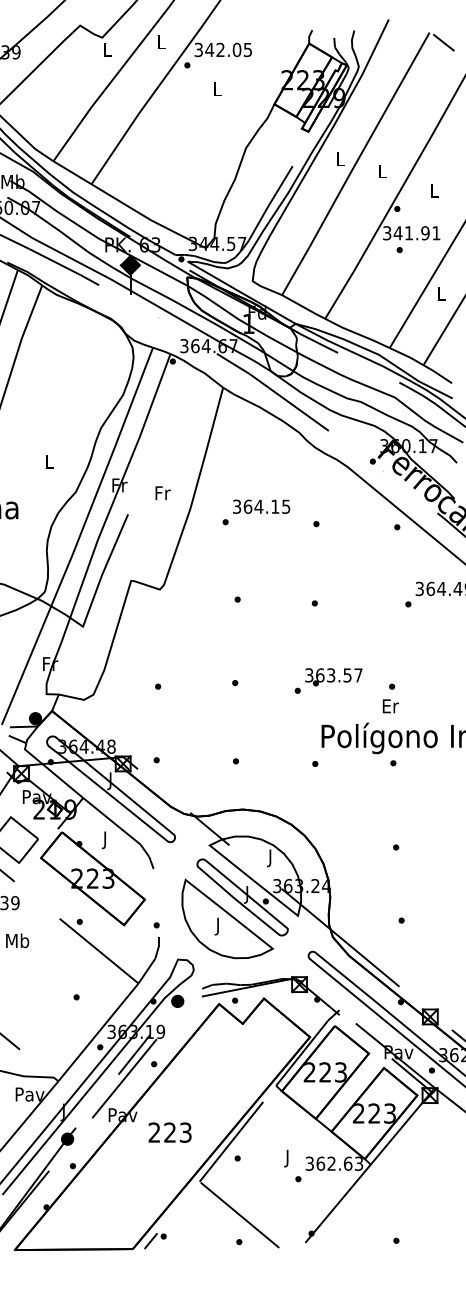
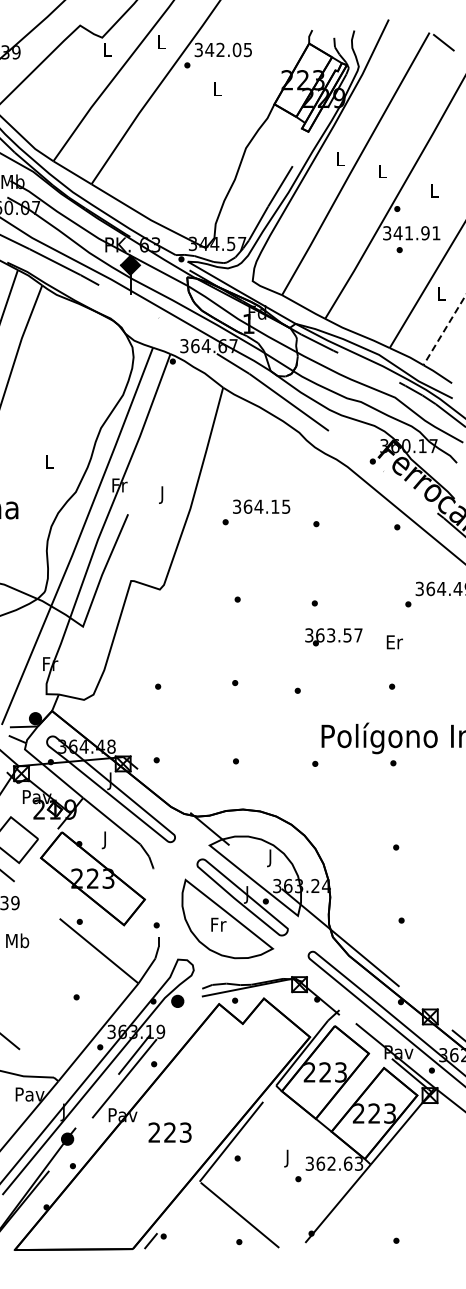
line at (444, 330): solid -> dashed
text at (162, 494): Fr -> J
text at (333, 677) position: (333, 677) -> (333, 637)
text at (390, 706) position: (390, 706) -> (394, 642)
text at (218, 926): J -> Fr
